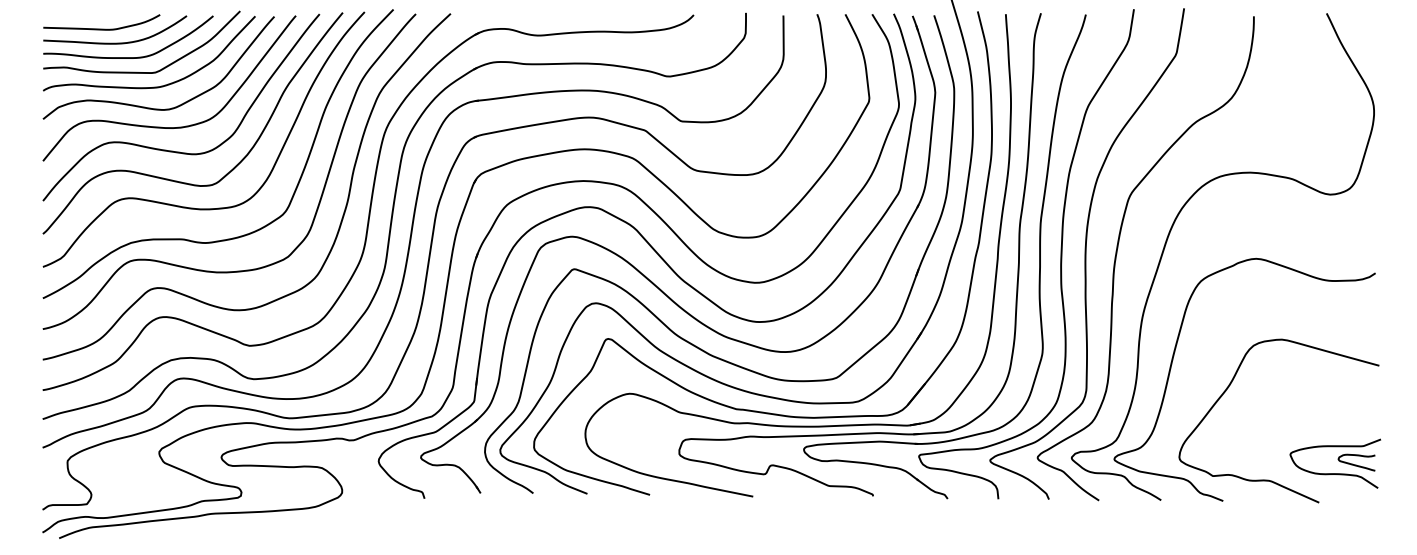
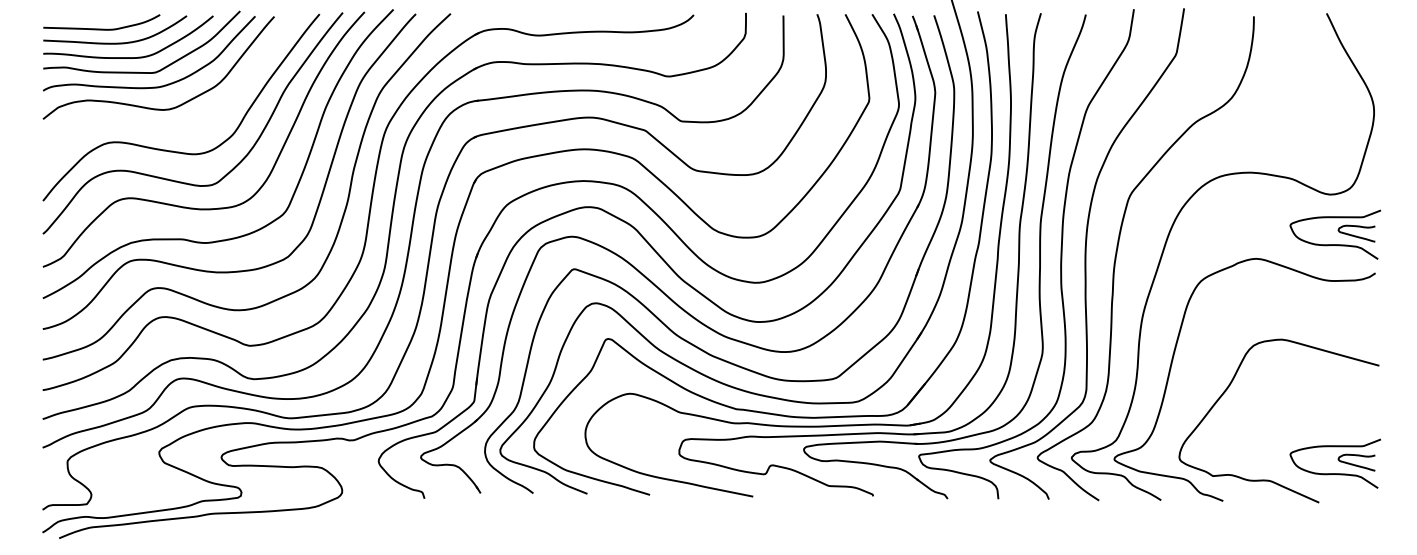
curve at (161, 126): present -> none
part at (1335, 234): none -> present
